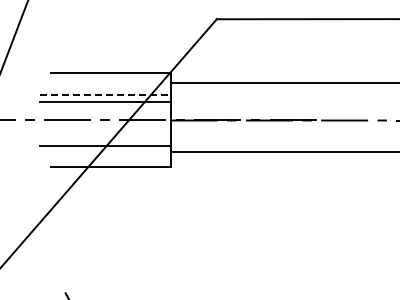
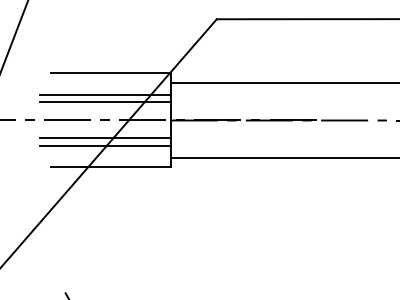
line at (105, 94): dashed -> solid
line at (105, 137): none -> present
line at (283, 152) position: (283, 152) -> (283, 158)
